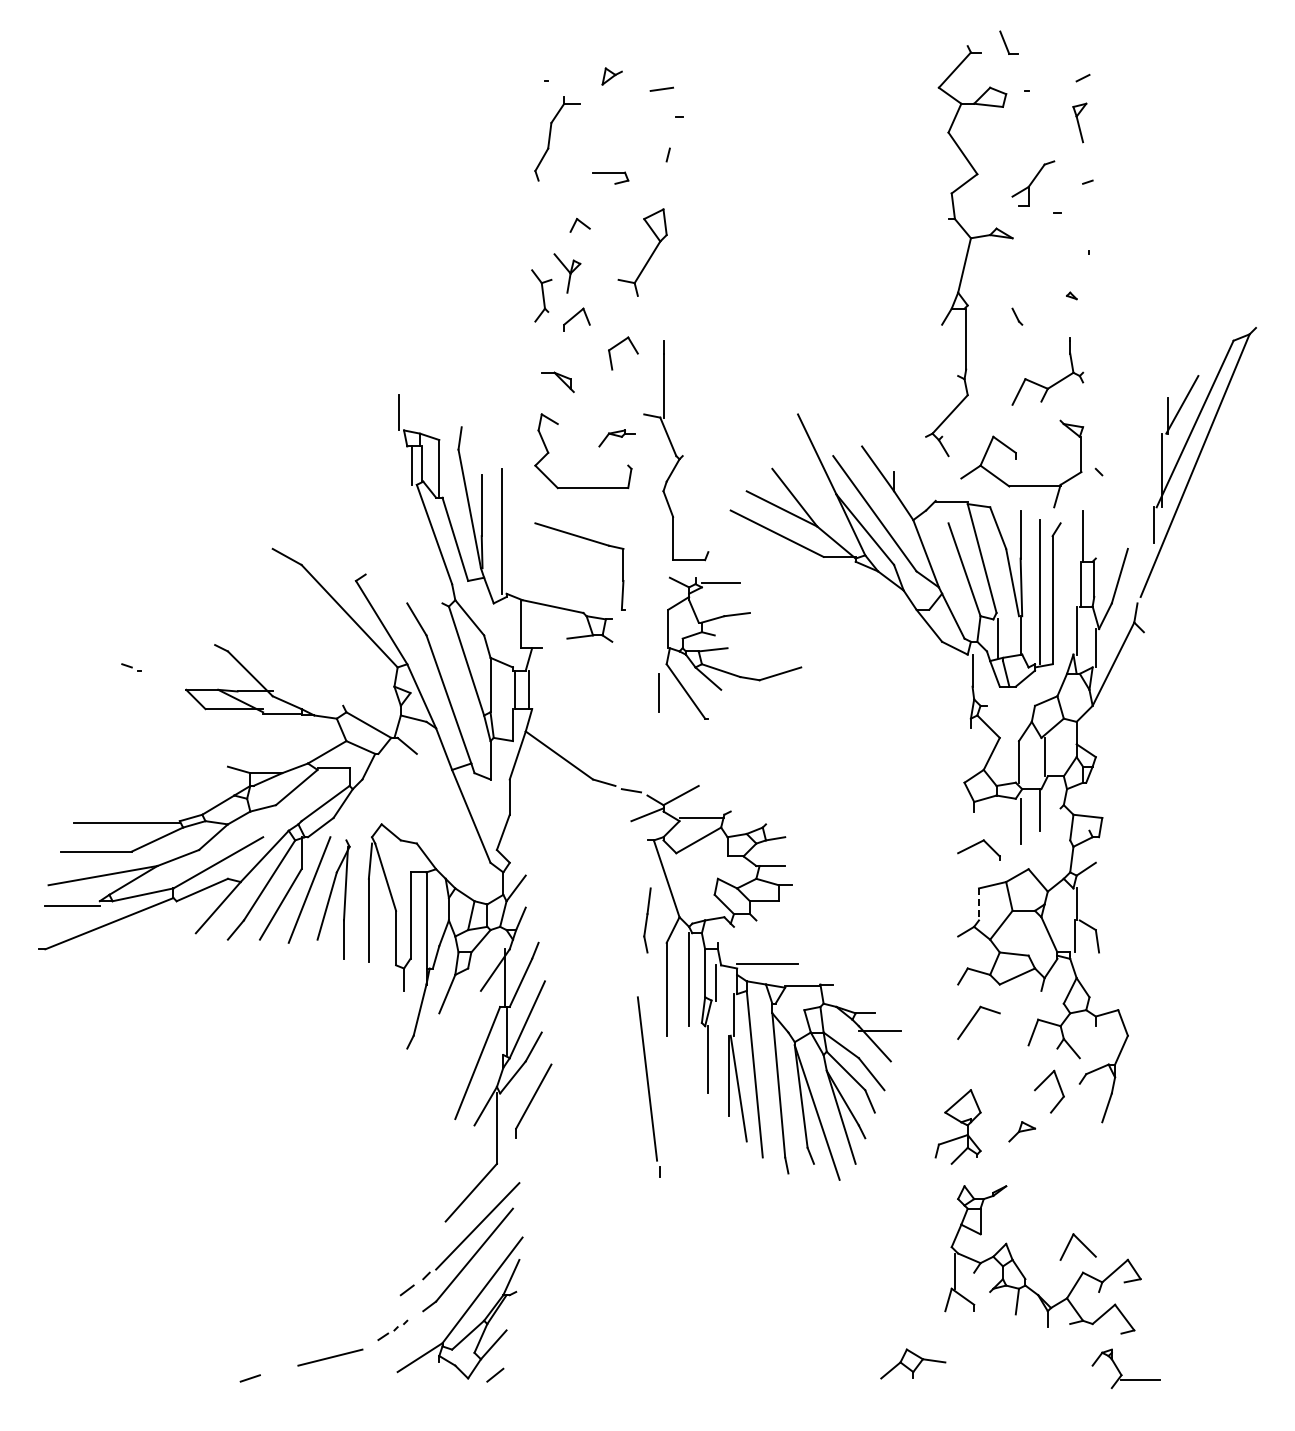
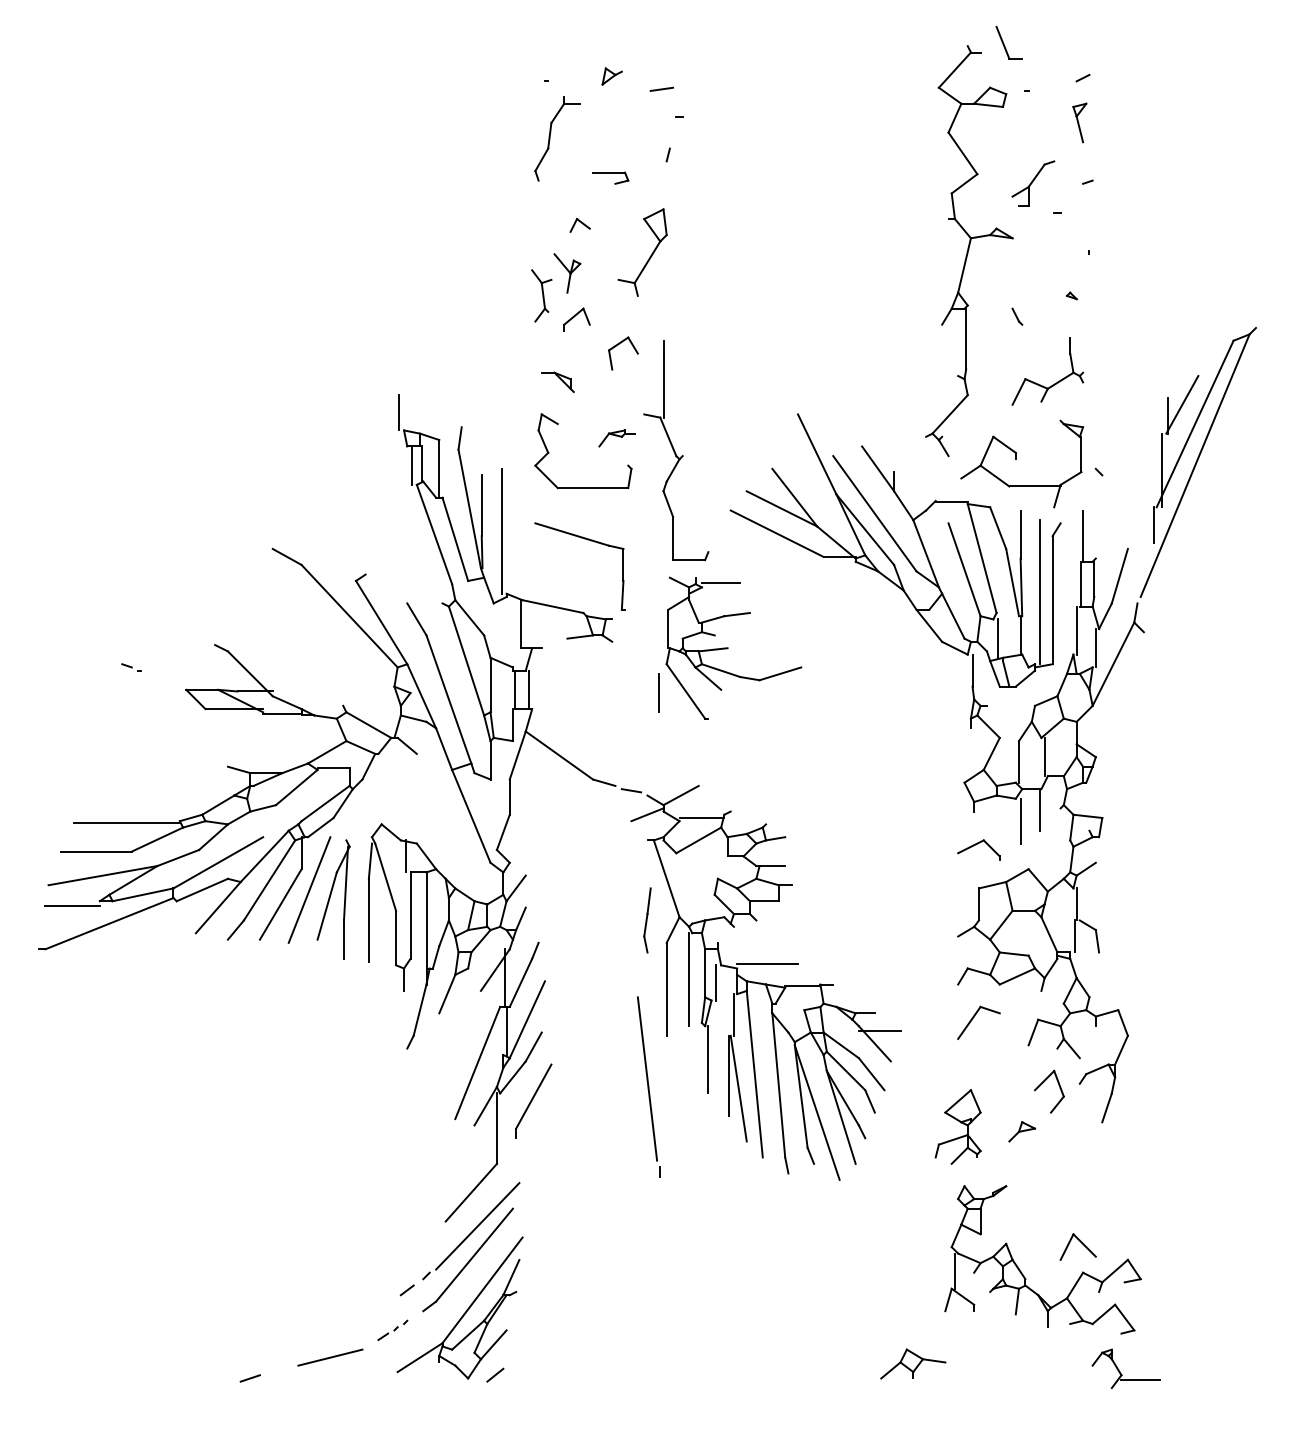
part at (1008, 42) size: 20x25 px -> 28x35 px
line at (405, 856): none -> present
line at (978, 904): dashed -> solid
